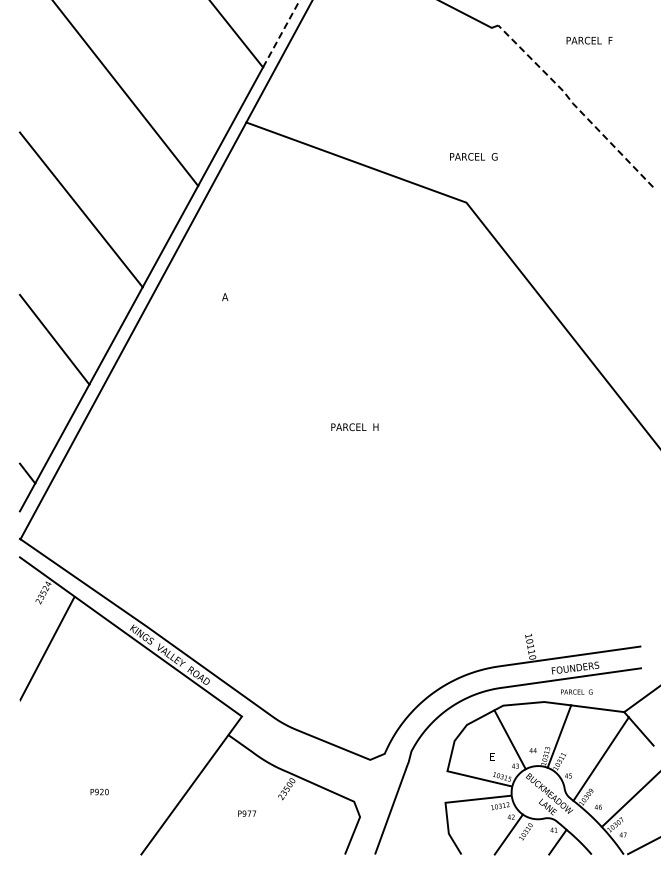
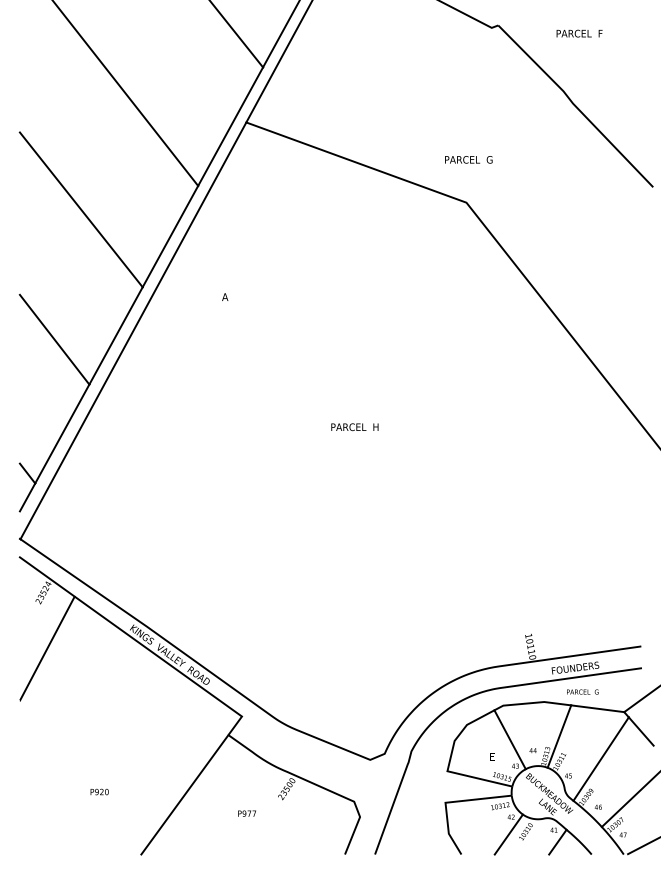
line at (281, 33): dashed -> solid
text at (589, 40) position: (589, 40) -> (579, 33)
line at (574, 105): dashed -> solid
text at (473, 156) position: (473, 156) -> (468, 159)
text at (576, 691) position: (576, 691) -> (582, 691)
